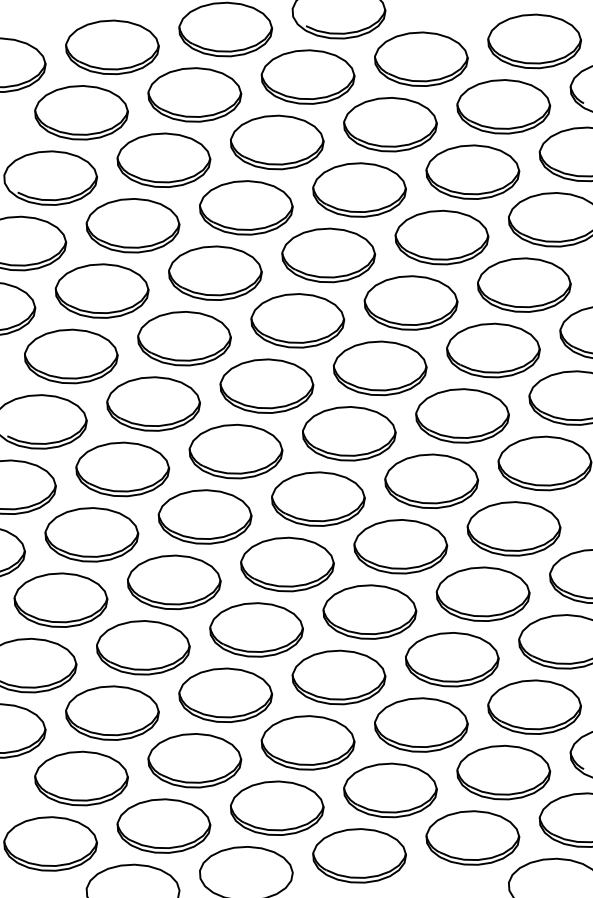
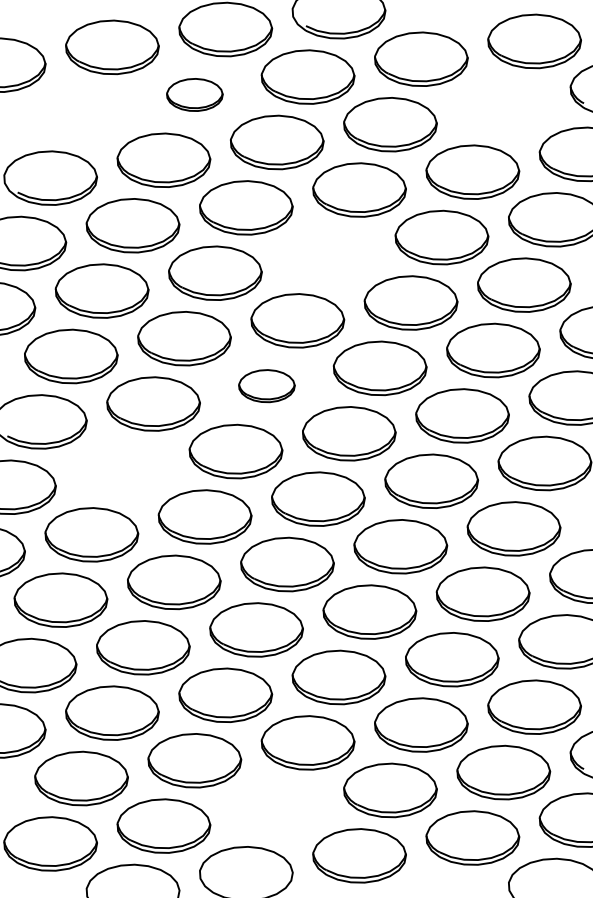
part at (194, 94) size: 96x56 px -> 58x34 px
part at (503, 106): present -> none
part at (81, 112): present -> none
part at (328, 255): present -> none
part at (266, 385) size: 96x56 px -> 58x35 px
part at (122, 469): present -> none
part at (277, 807): present -> none
